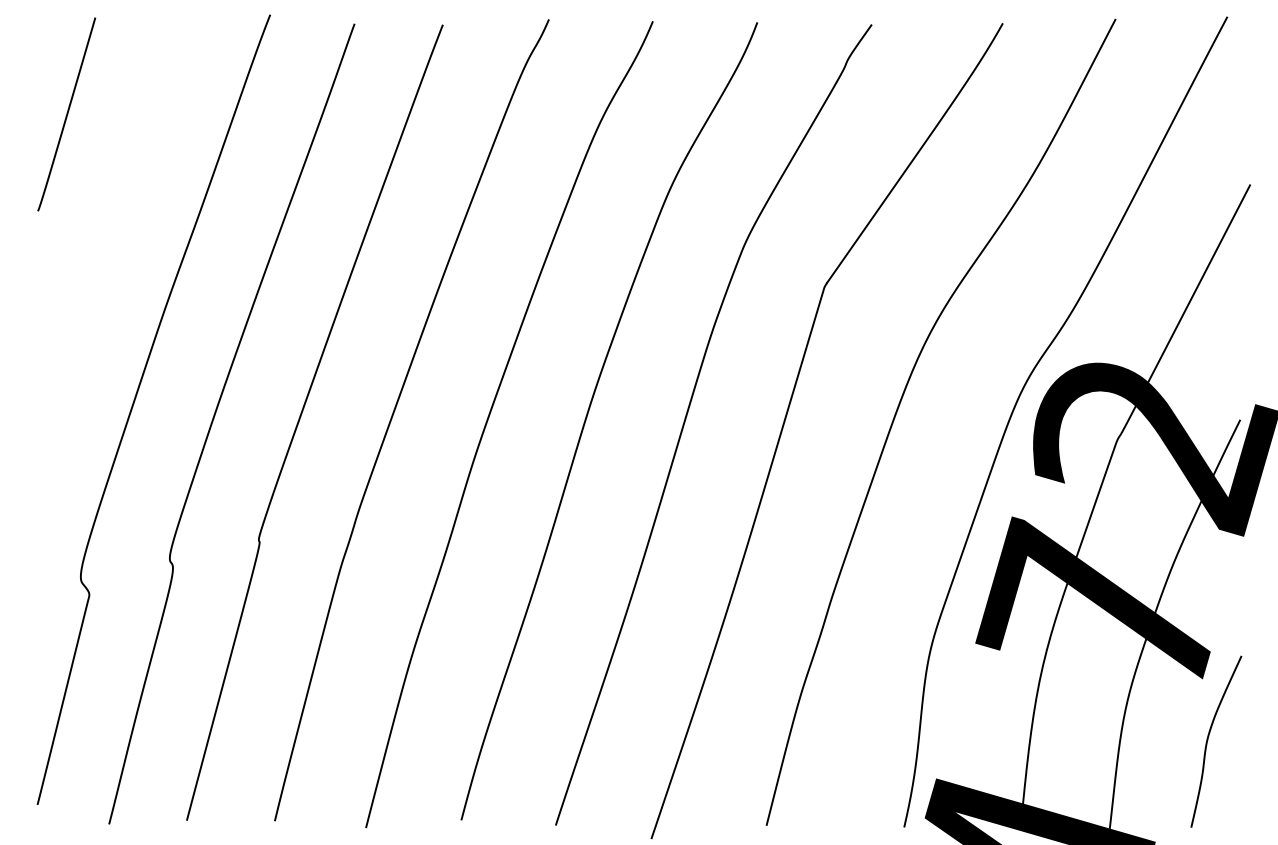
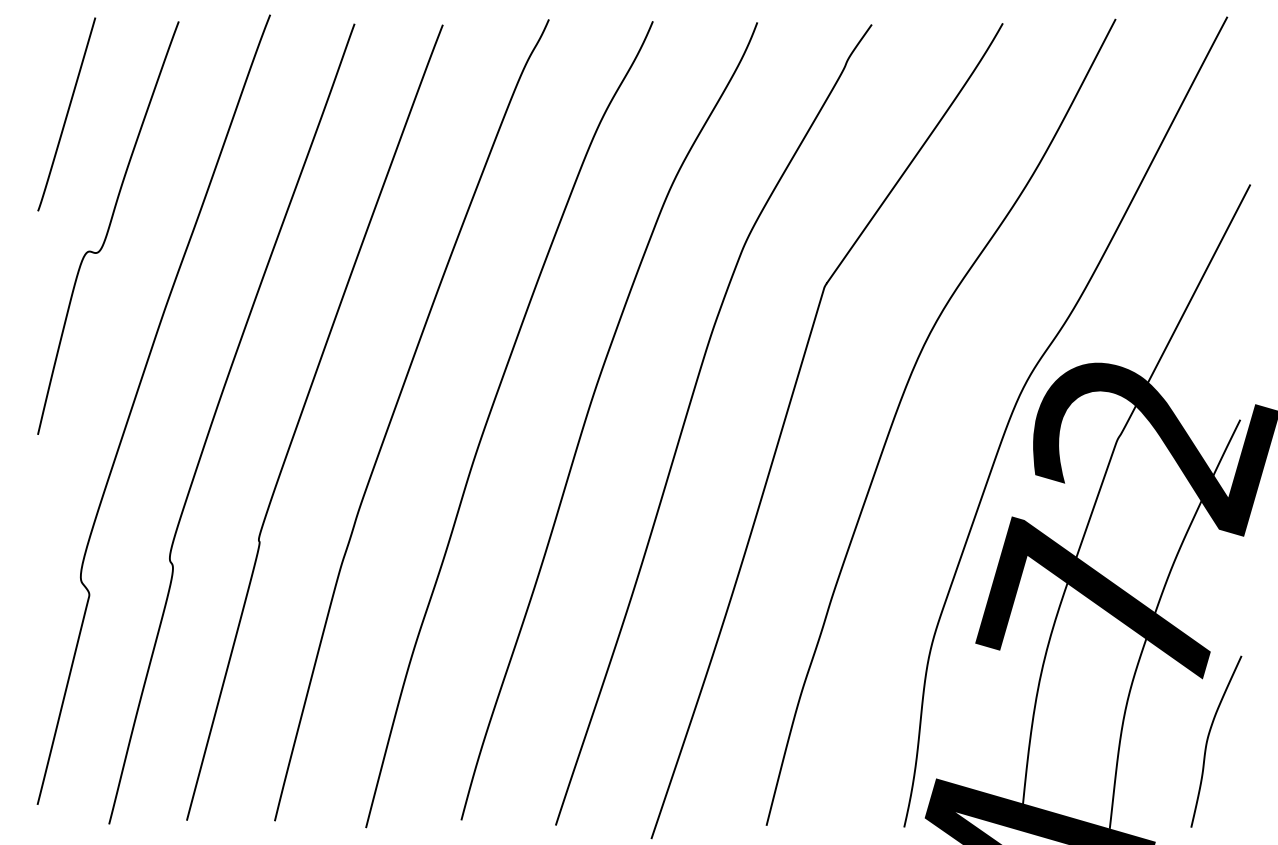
curve at (108, 227): none -> present
